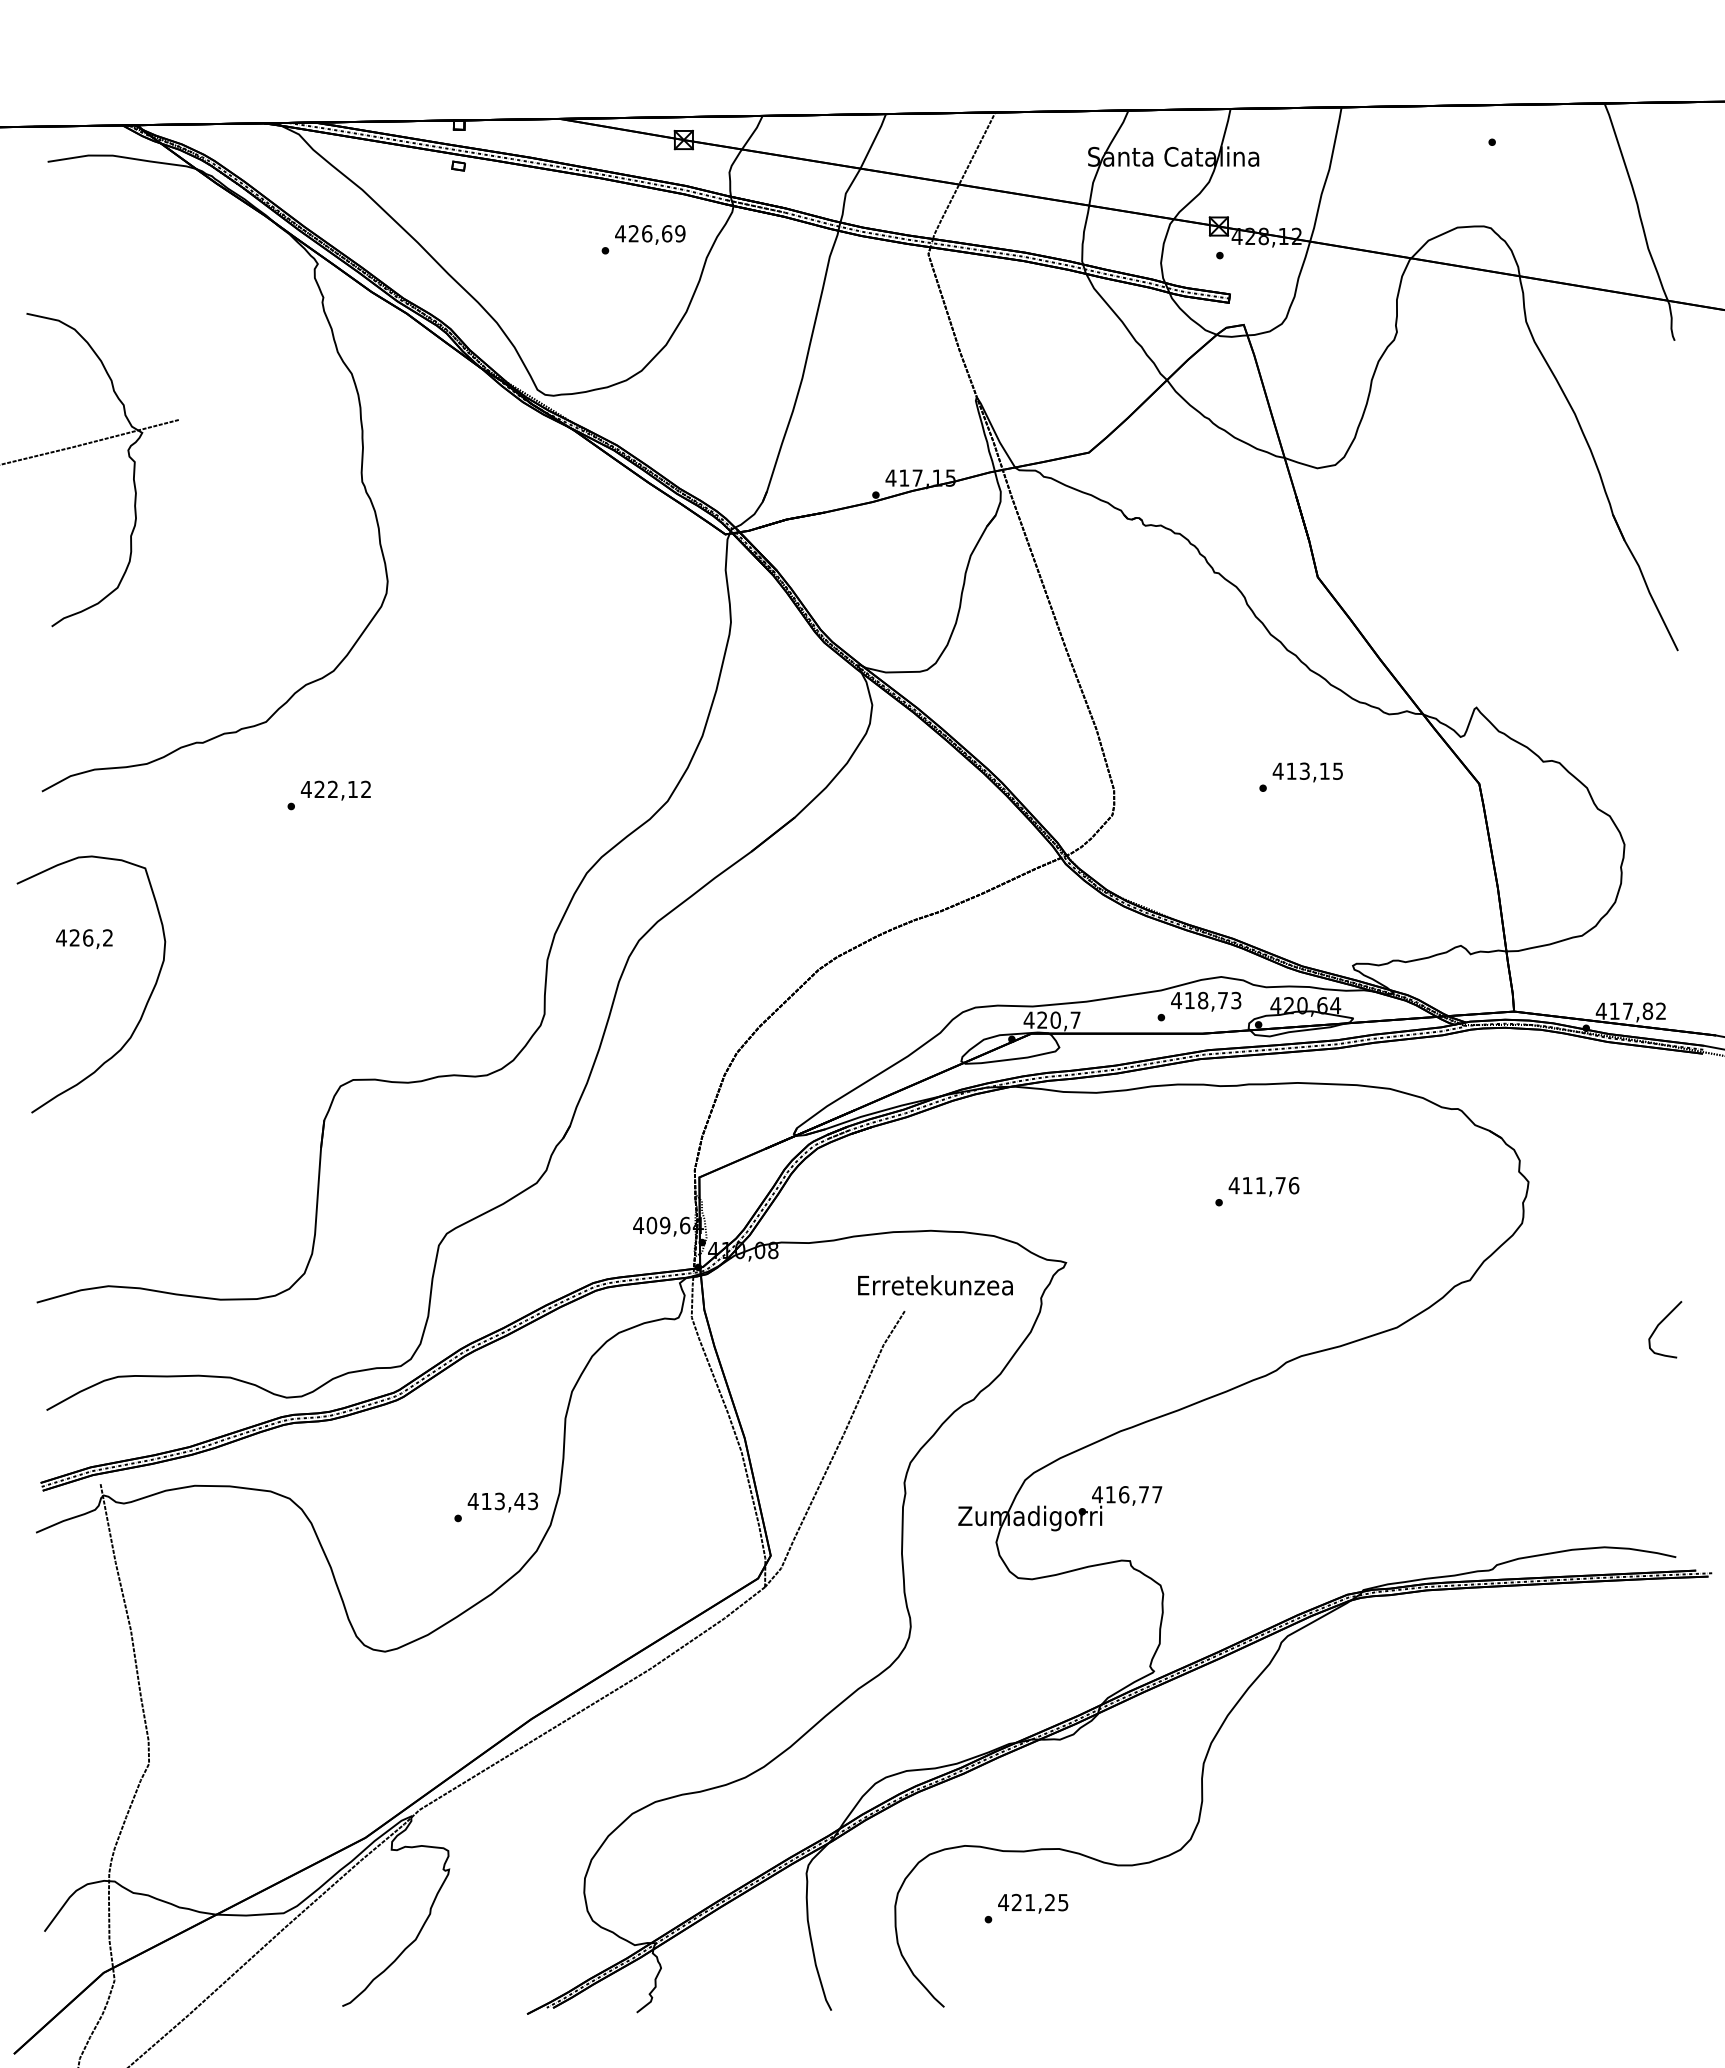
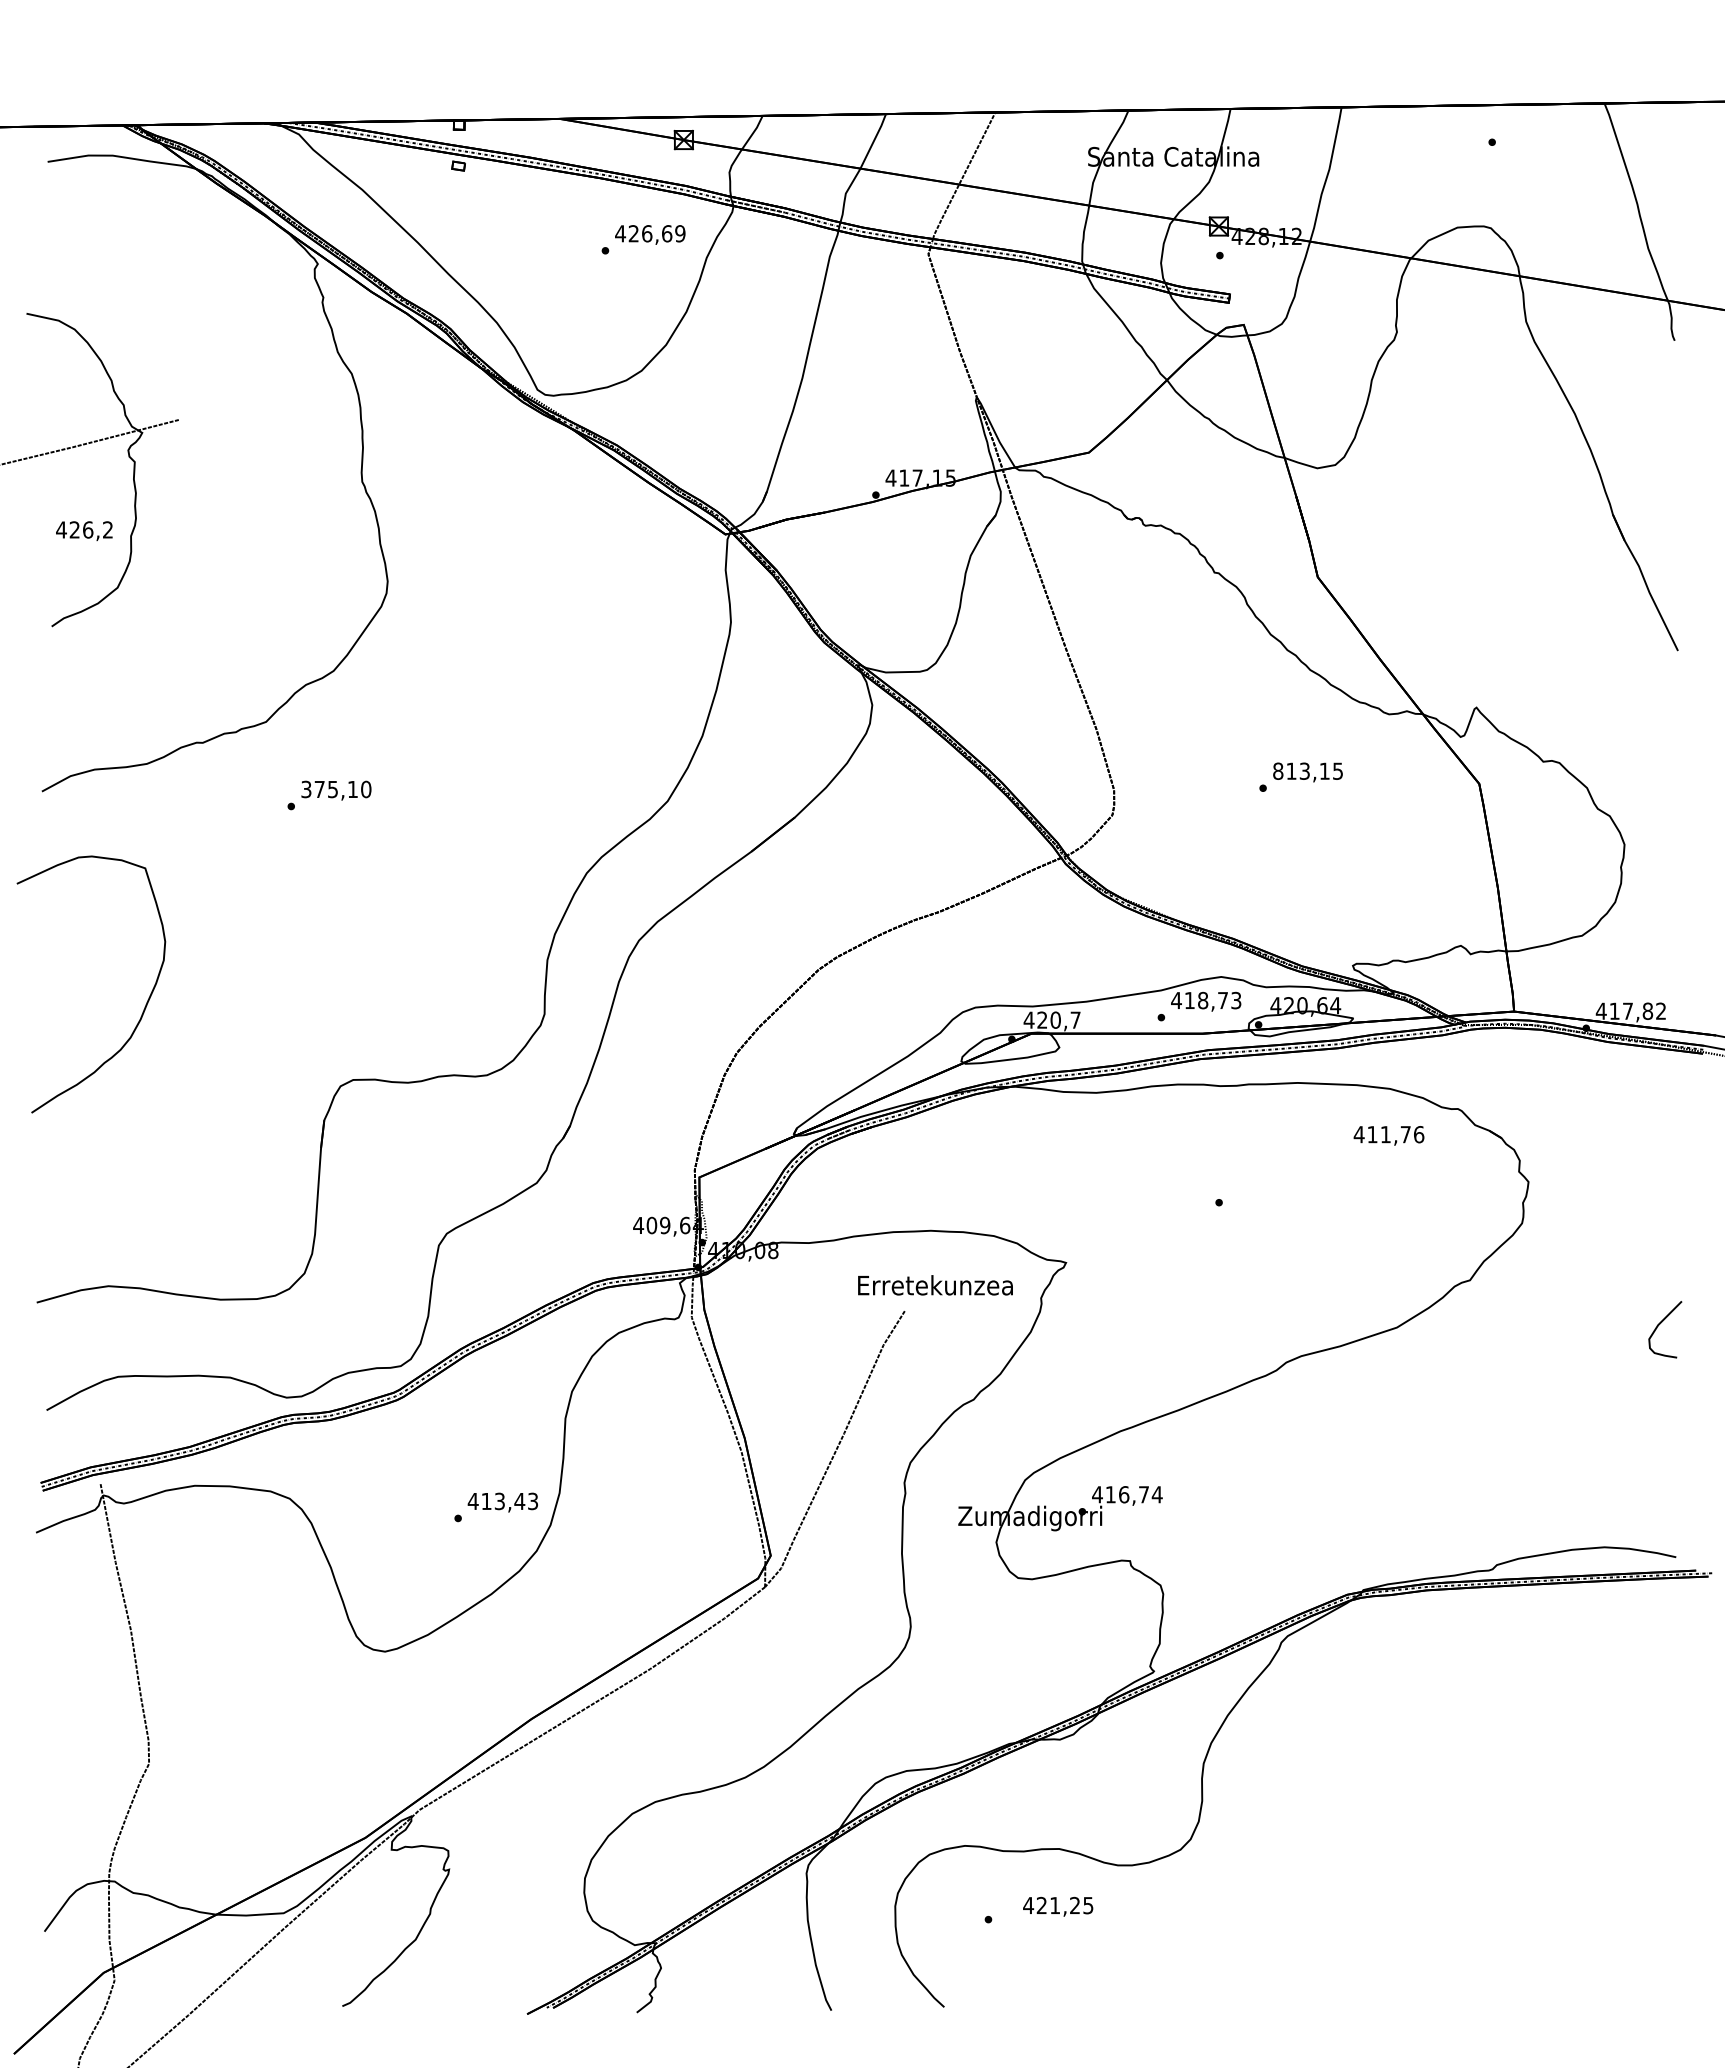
text at (1277, 770): 413,15 -> 813,15
text at (335, 789): 422,12 -> 375,10
text at (84, 938) position: (84, 938) -> (84, 530)
text at (1263, 1186) position: (1263, 1186) -> (1388, 1135)
text at (1156, 1494): 416,77 -> 416,74
text at (1033, 1903) position: (1033, 1903) -> (1058, 1906)
